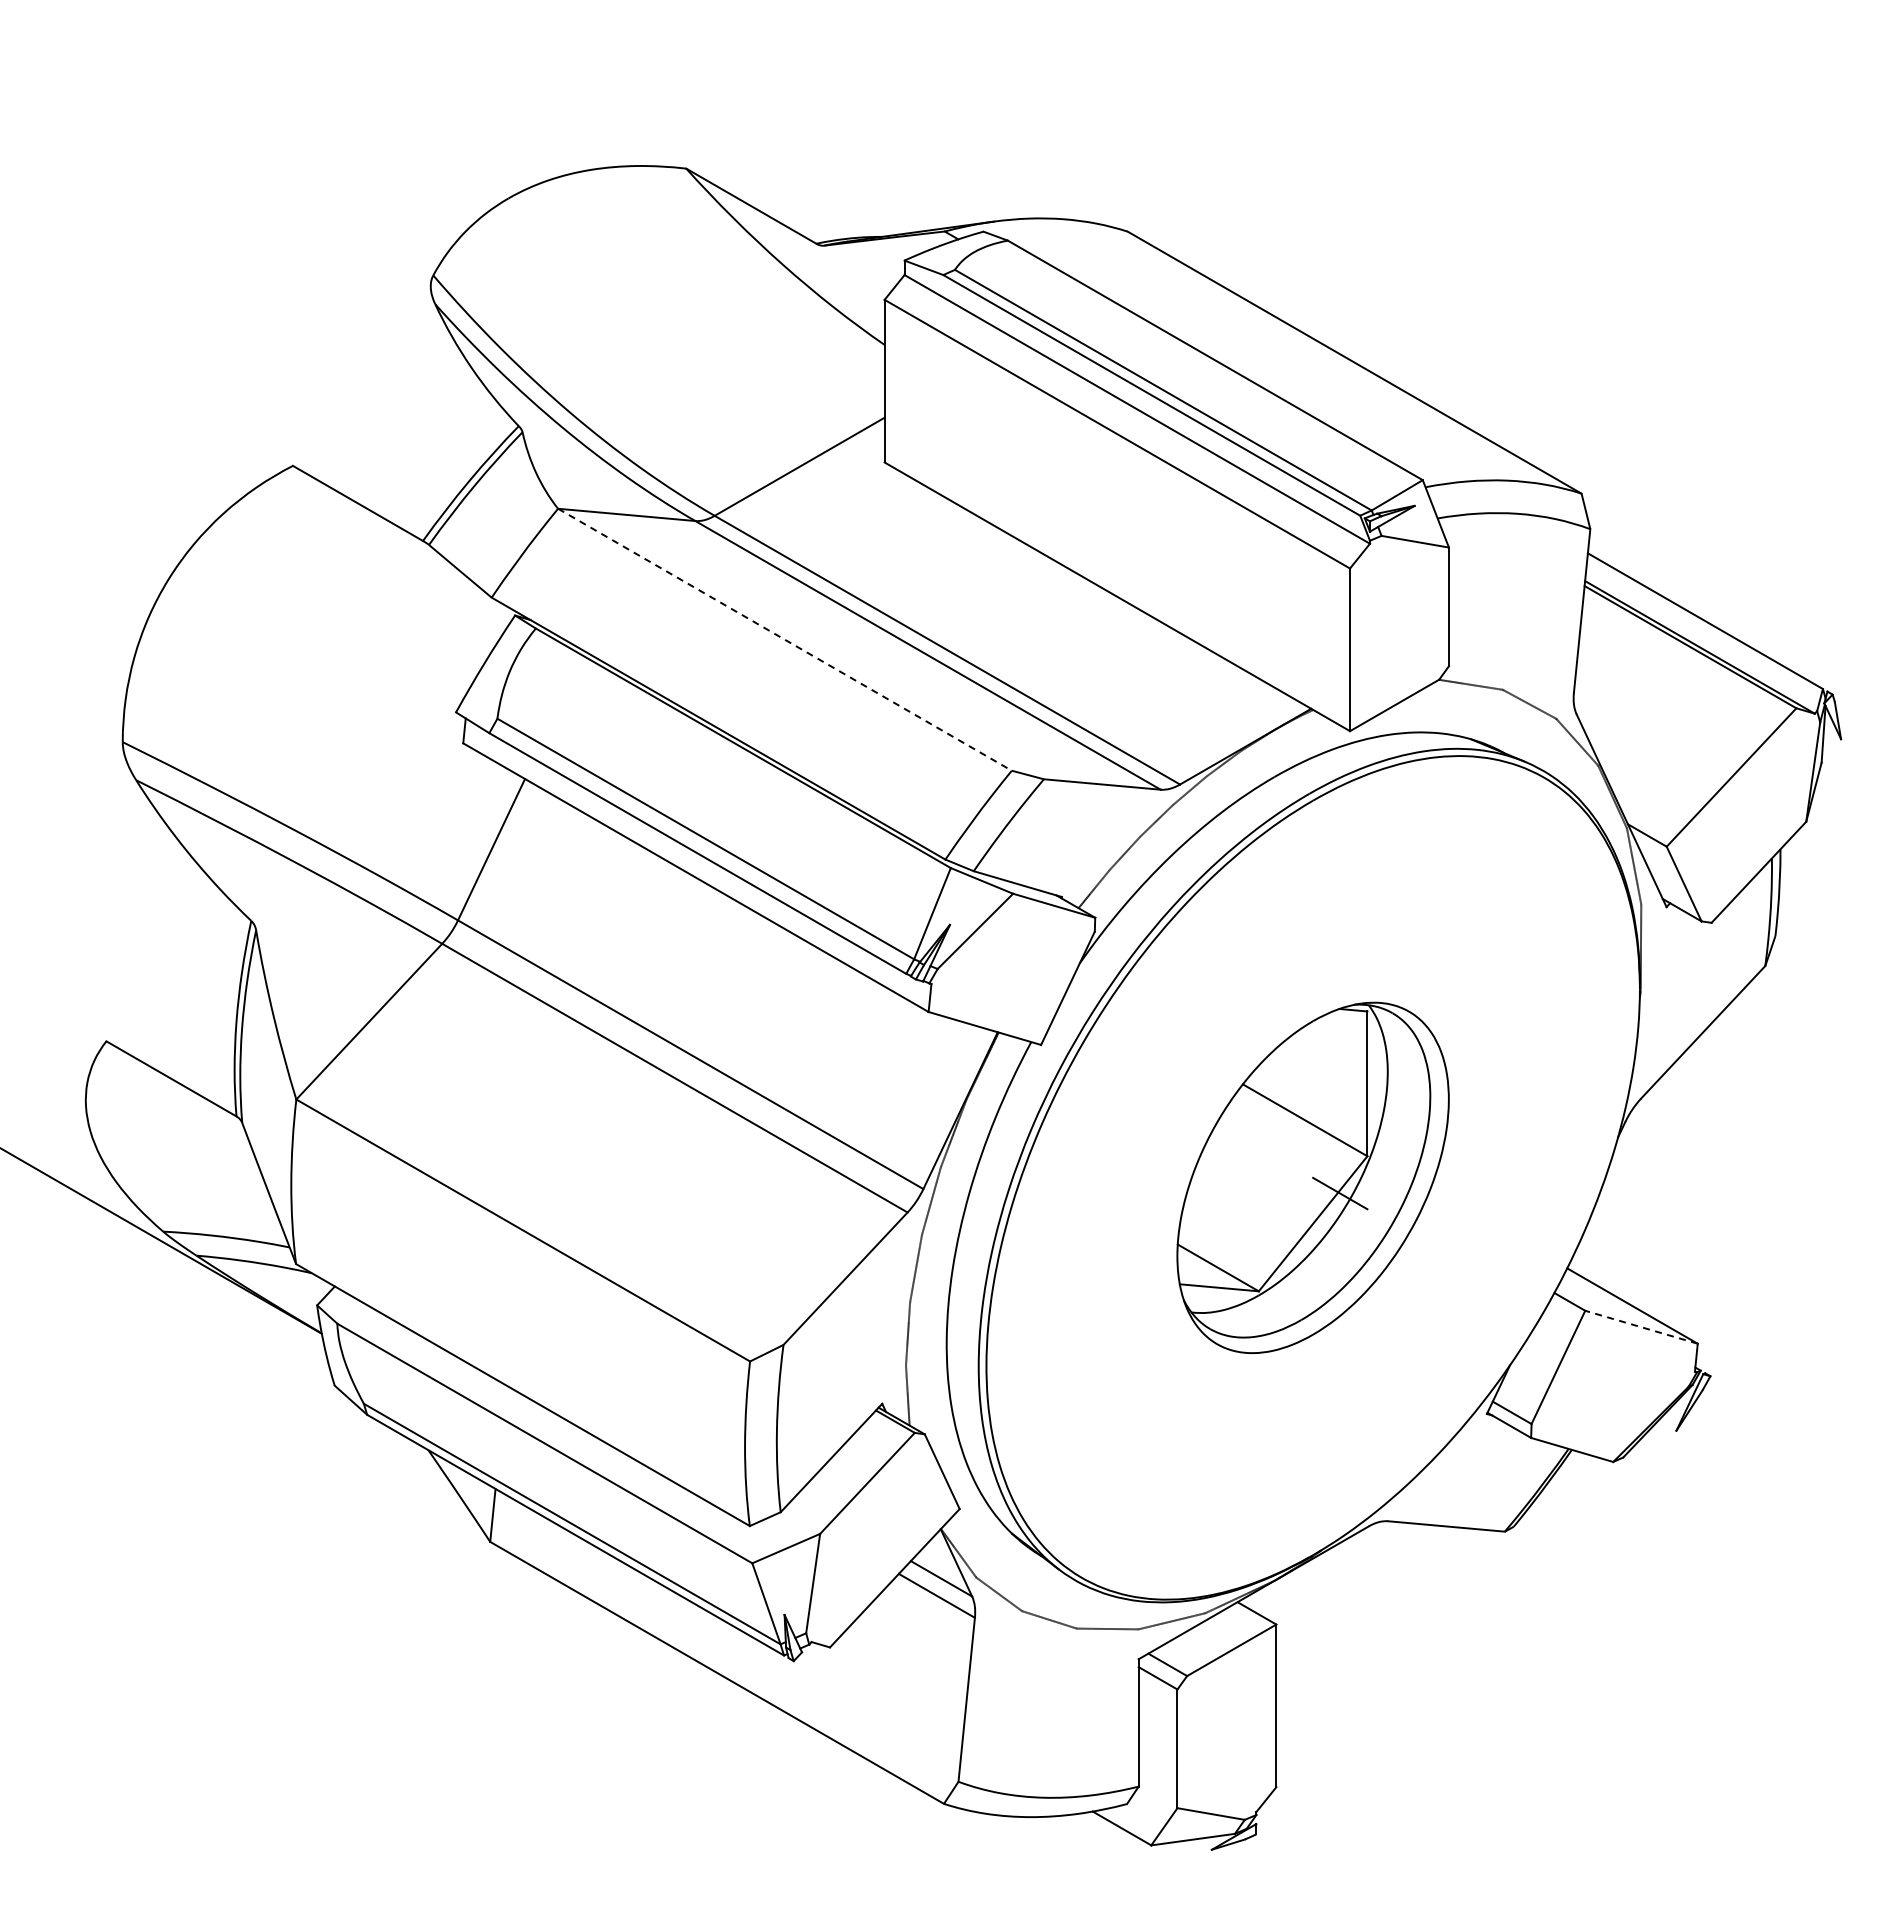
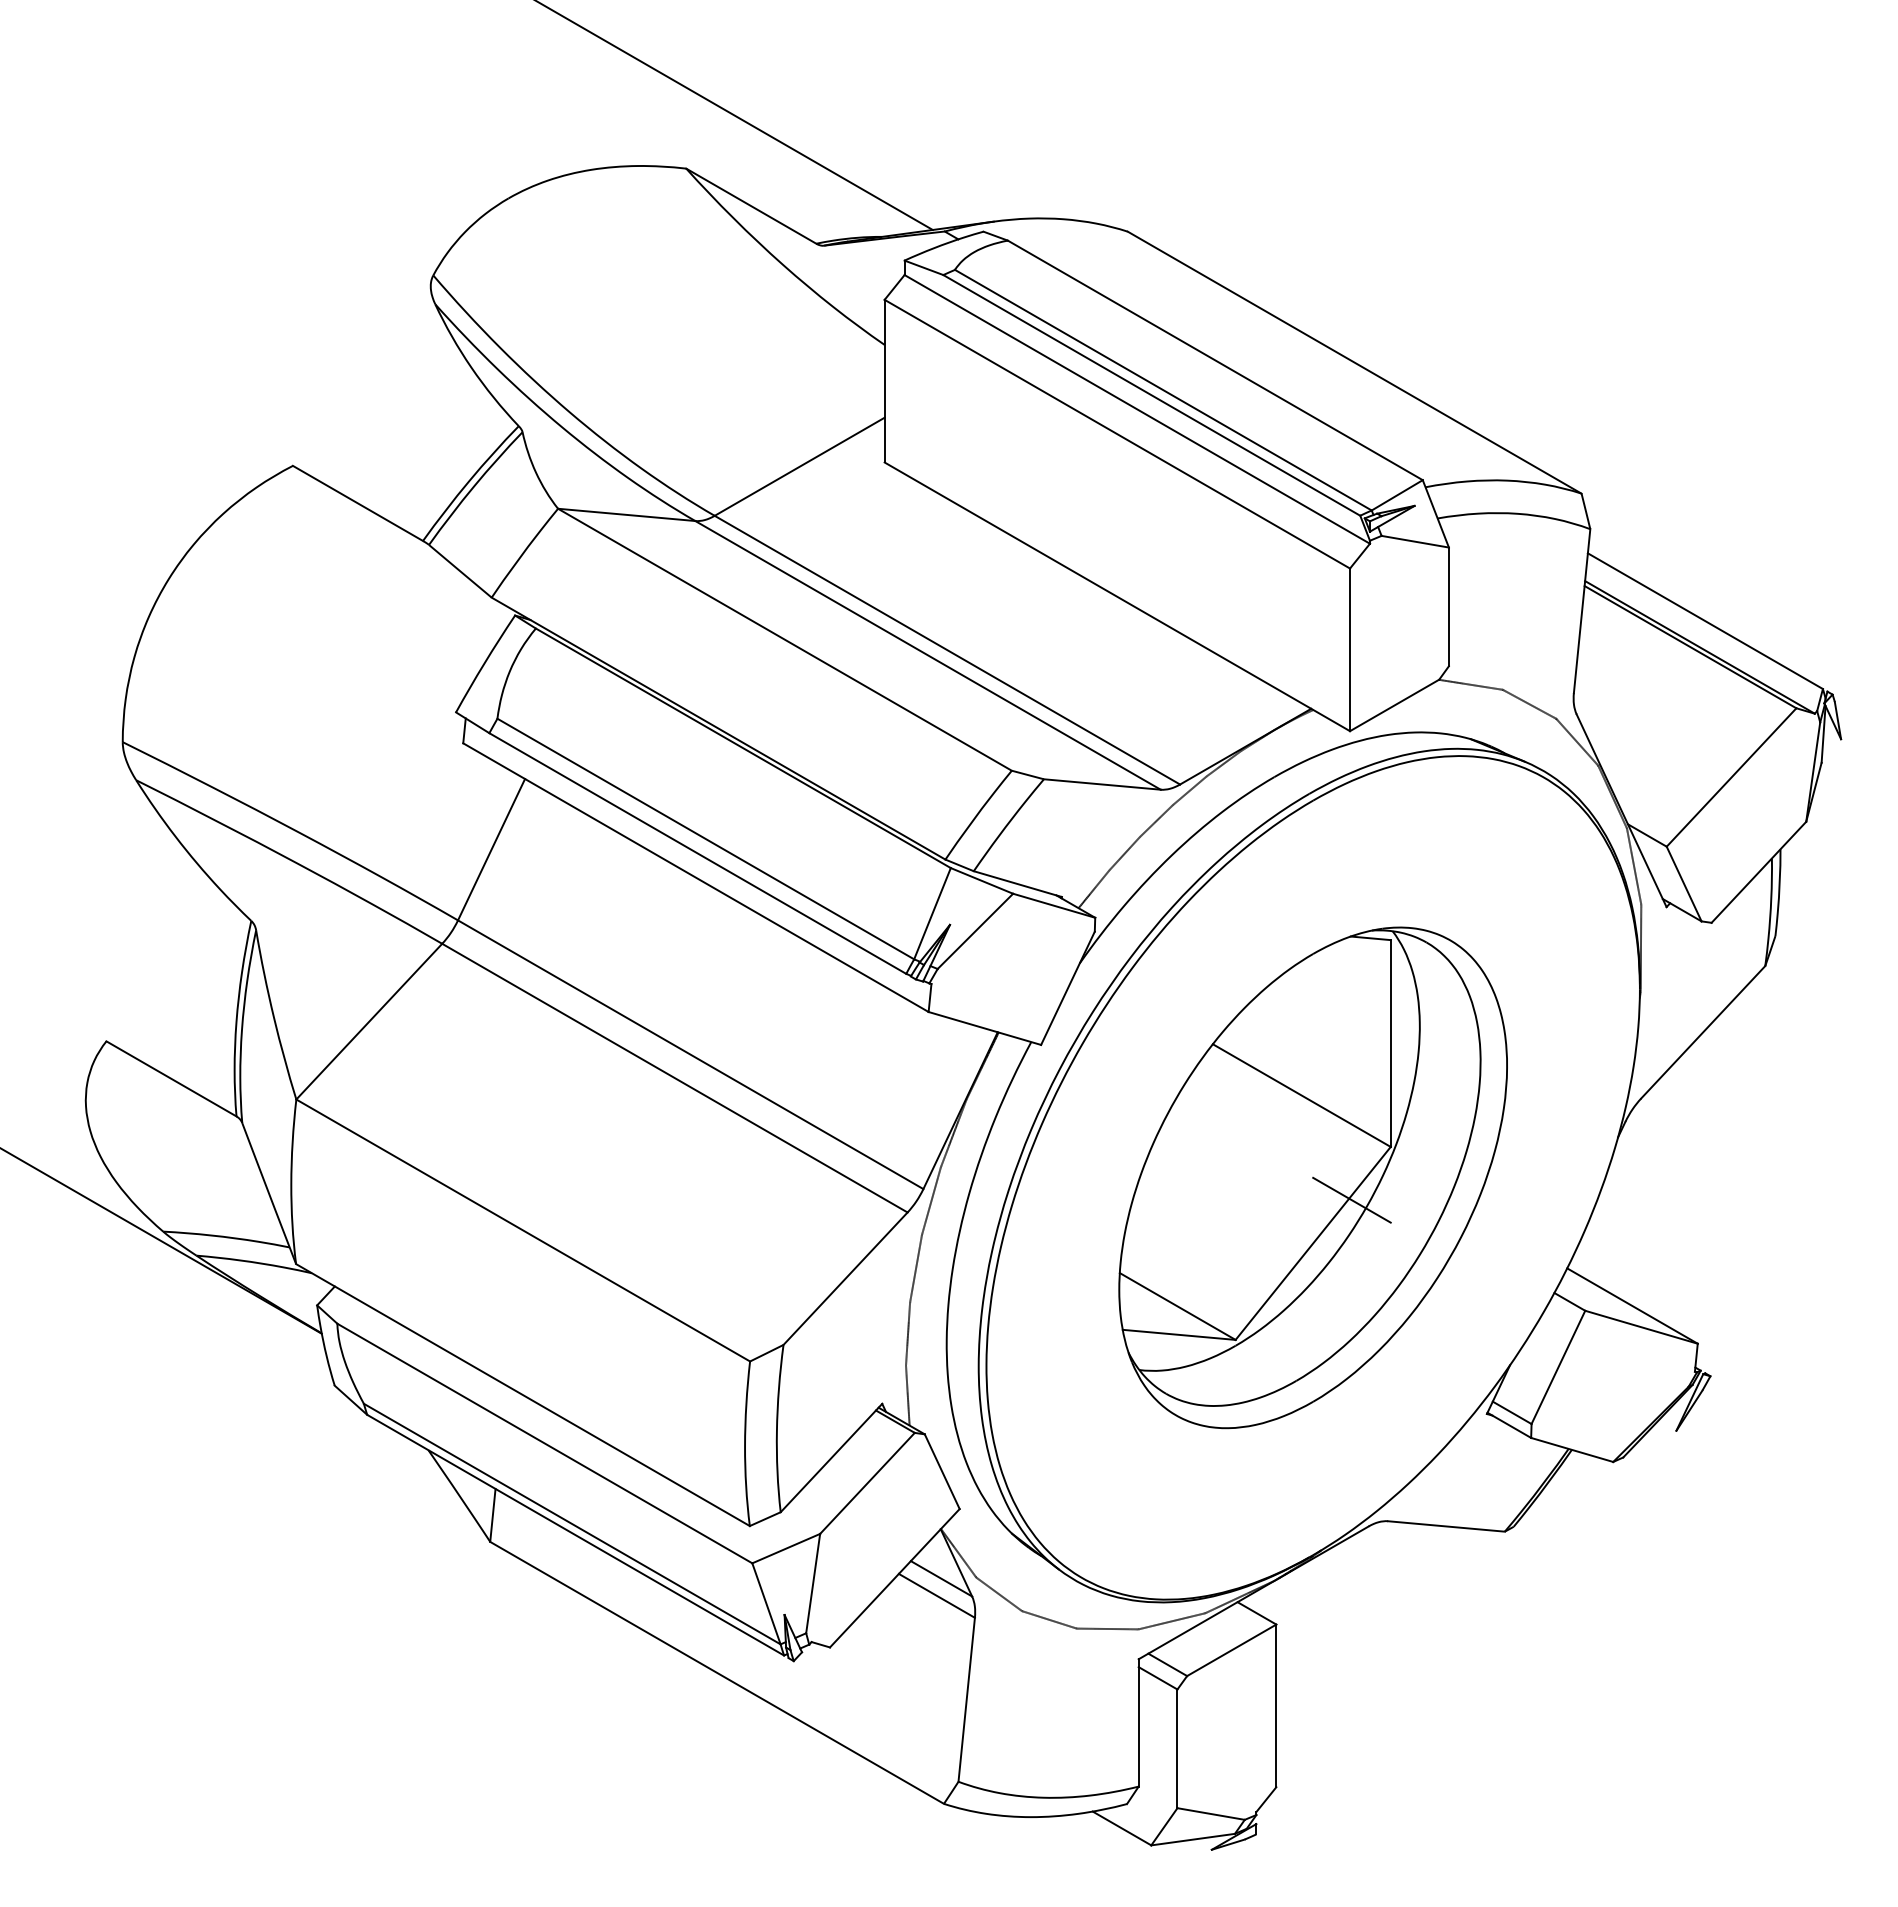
line at (735, 115): none -> present
line at (784, 639): dashed -> solid
part at (1312, 1177) size: 274x353 px -> 390x504 px
line at (1641, 1327): dashed -> solid
